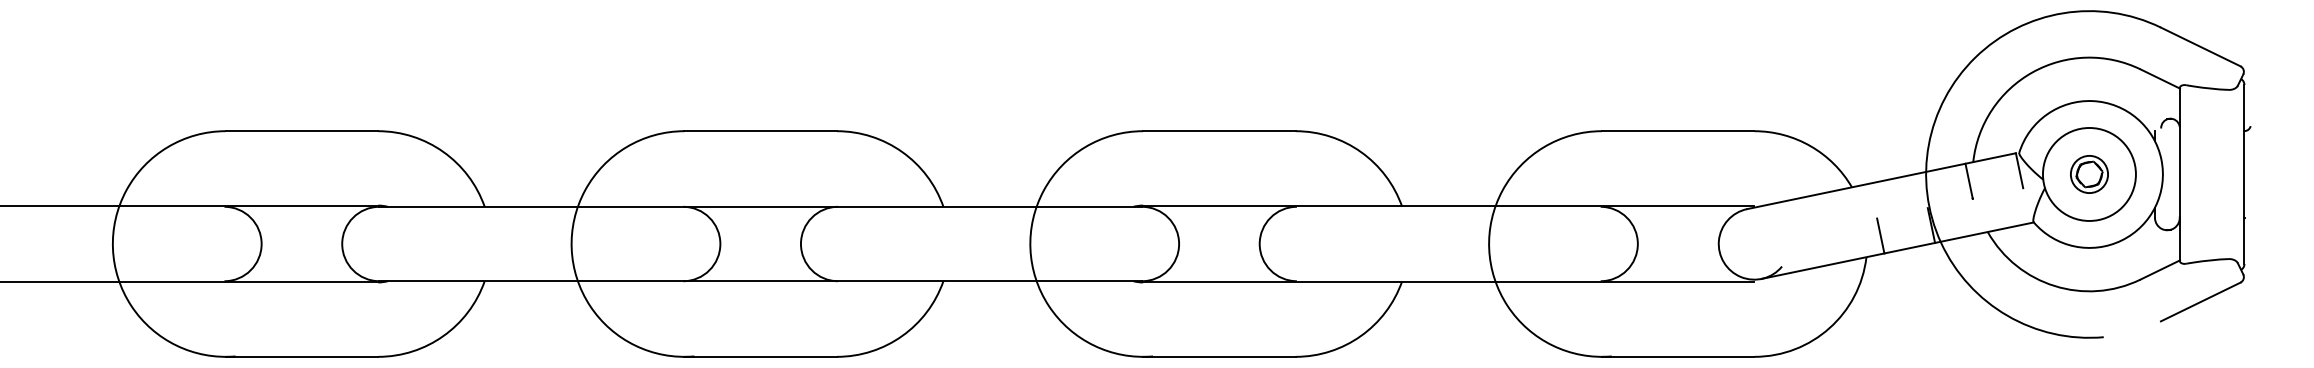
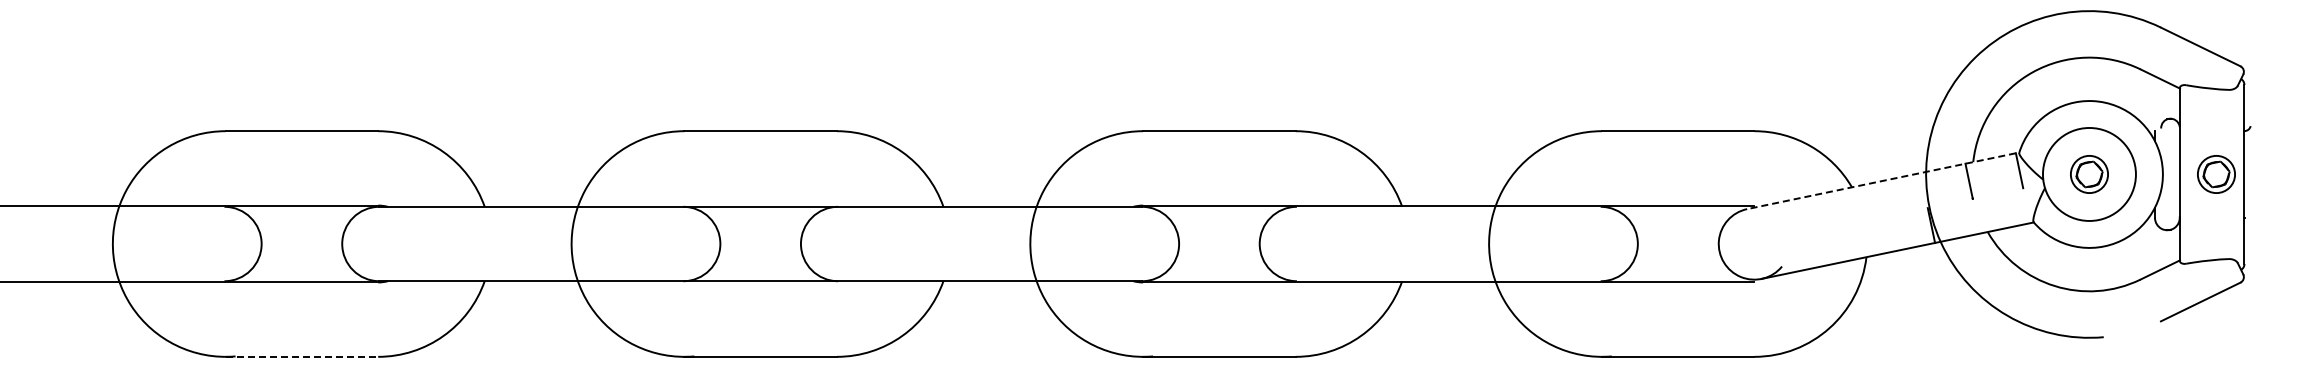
part at (2216, 174): none -> present
line at (1881, 181): solid -> dashed
line at (1880, 235): present -> none
line at (302, 356): solid -> dashed
